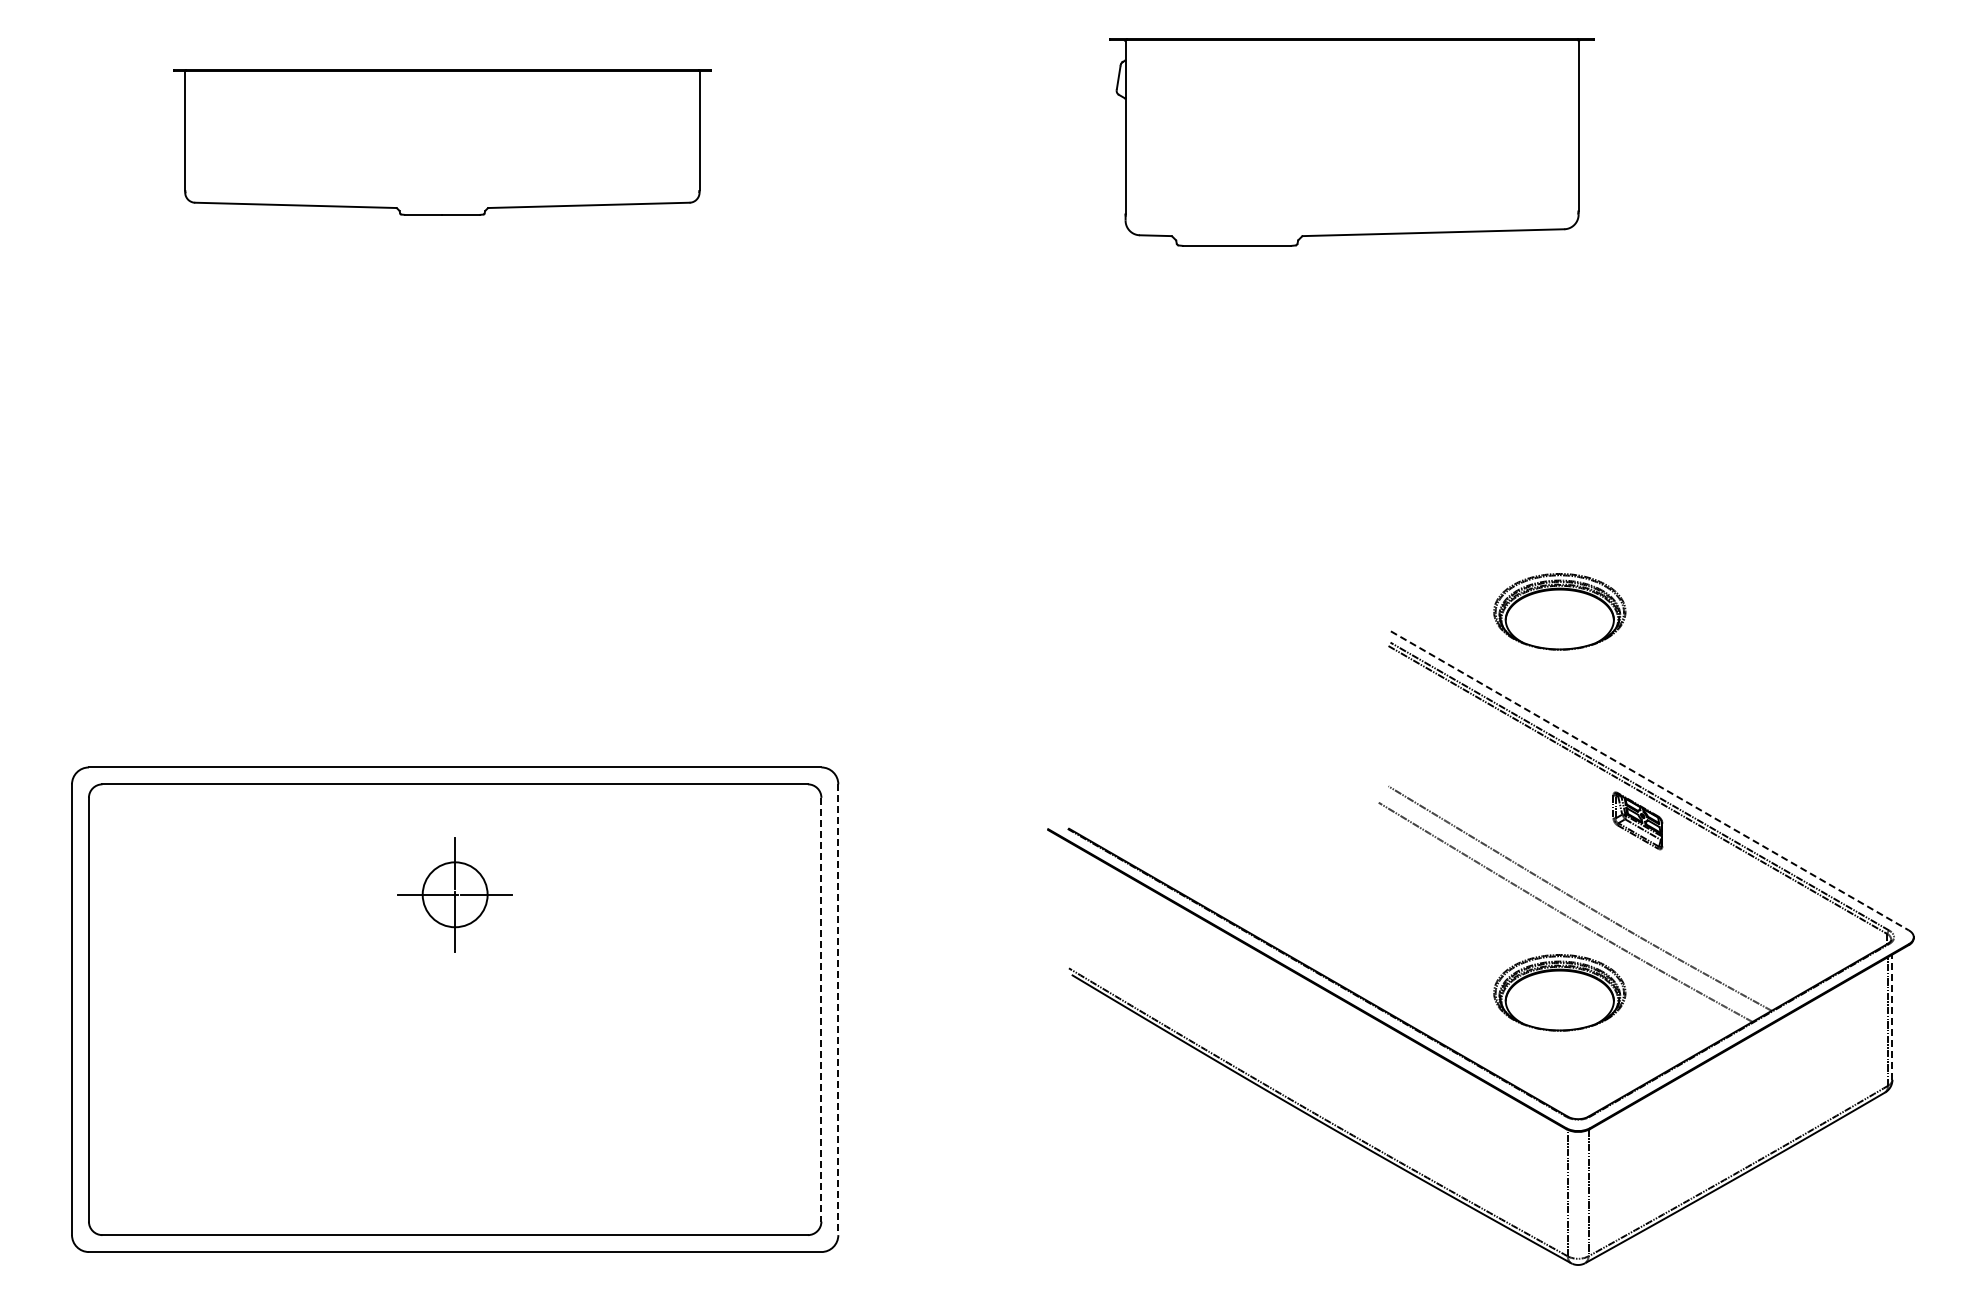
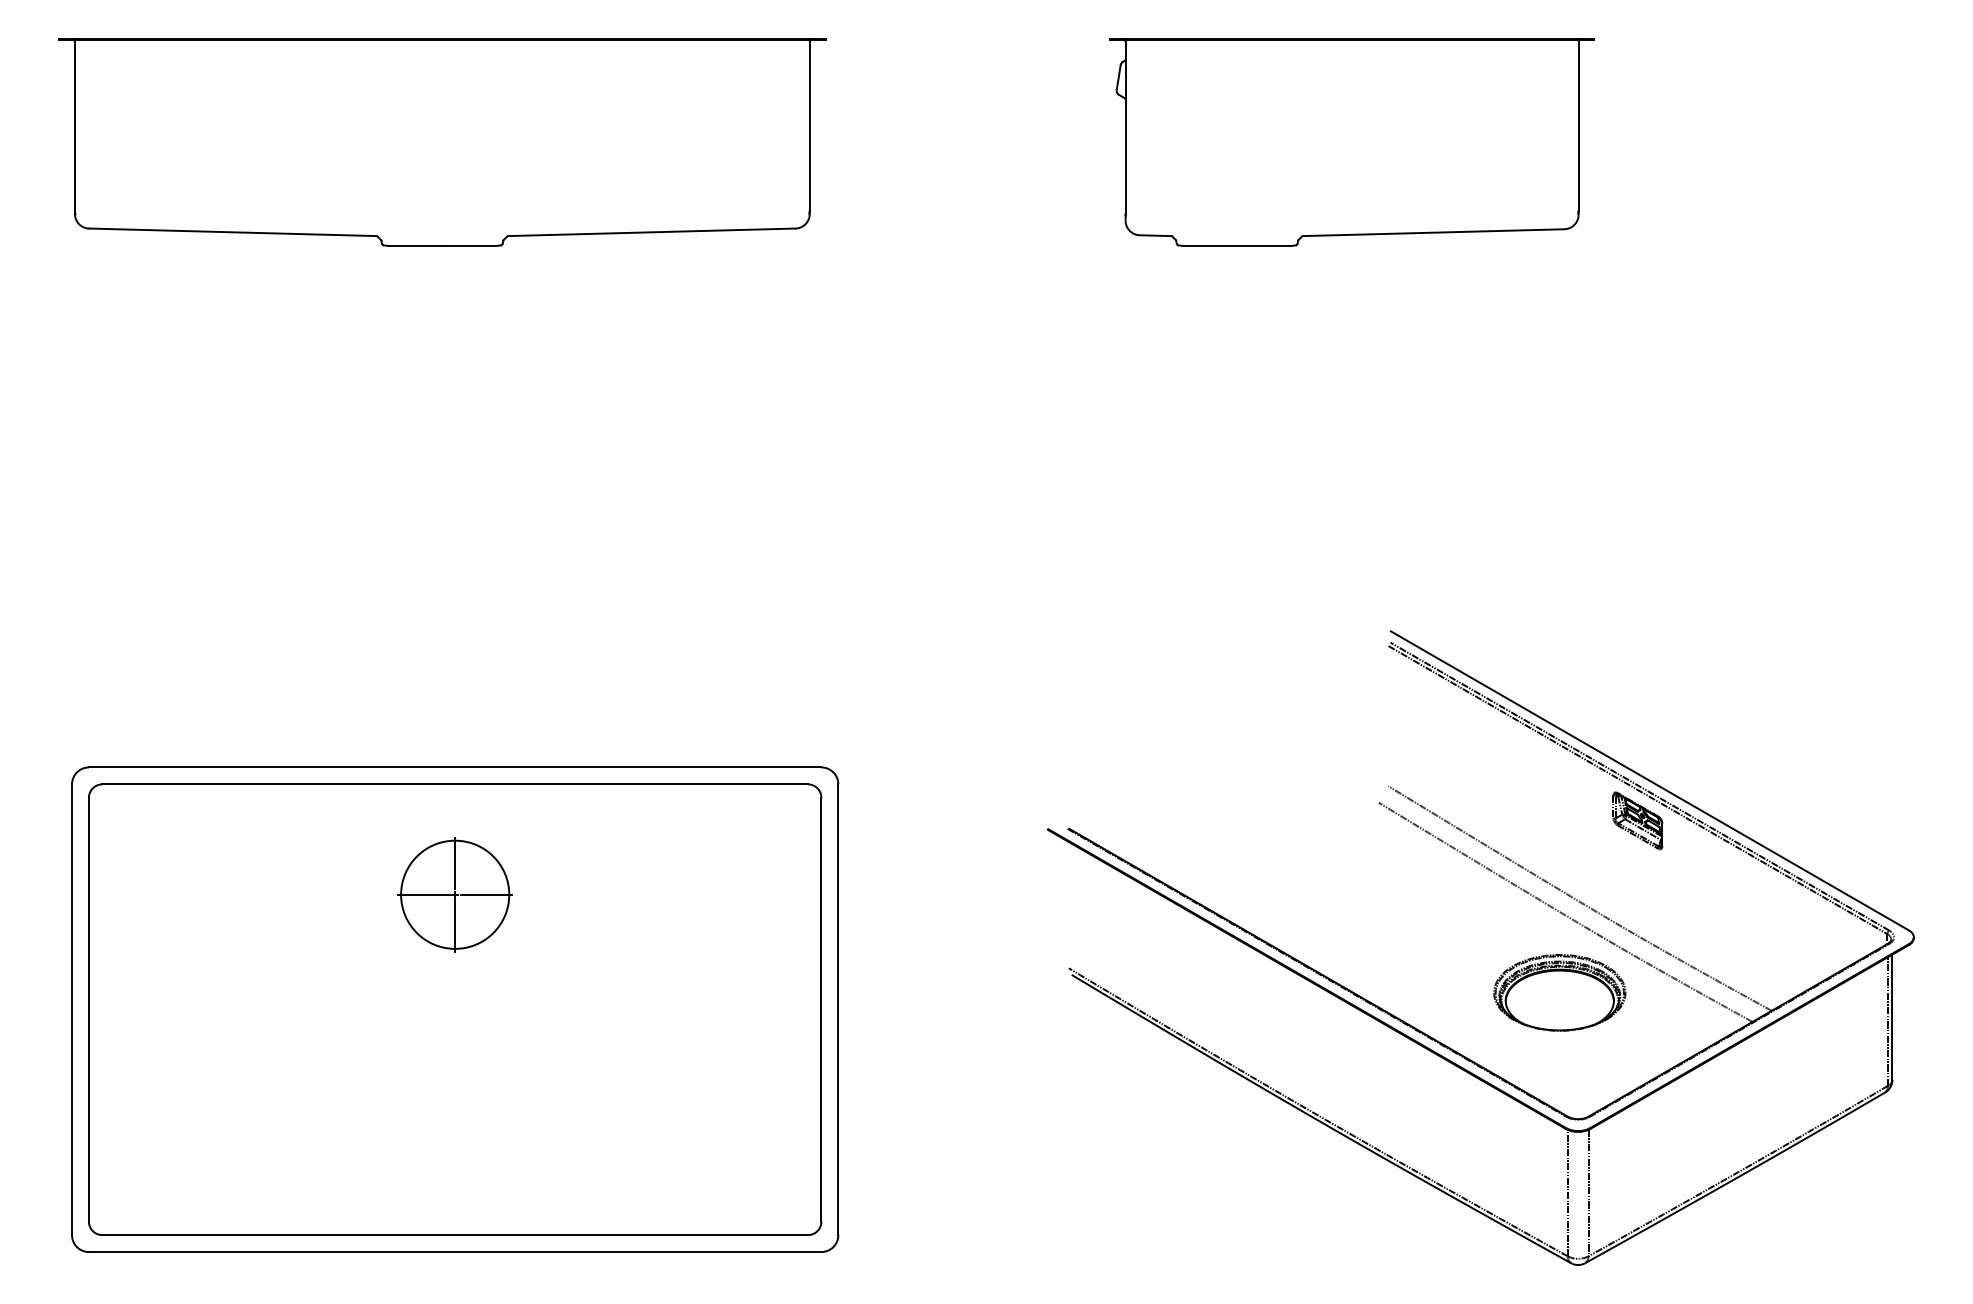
part at (442, 142) size: 539x147 px -> 769x209 px
part at (1559, 611): present -> none
line at (1650, 781): dashed -> solid
circle at (454, 894) diameter: 65 px -> 108 px
line at (821, 1009): dashed -> solid
line at (838, 1010): dashed -> solid
line at (1892, 1017): dashed -> solid
